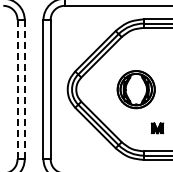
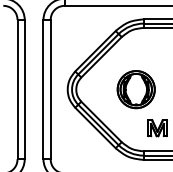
line at (17, 89): dashed -> solid
line at (24, 89): dashed -> solid
part at (157, 128) size: 15x13 px -> 21x19 px
